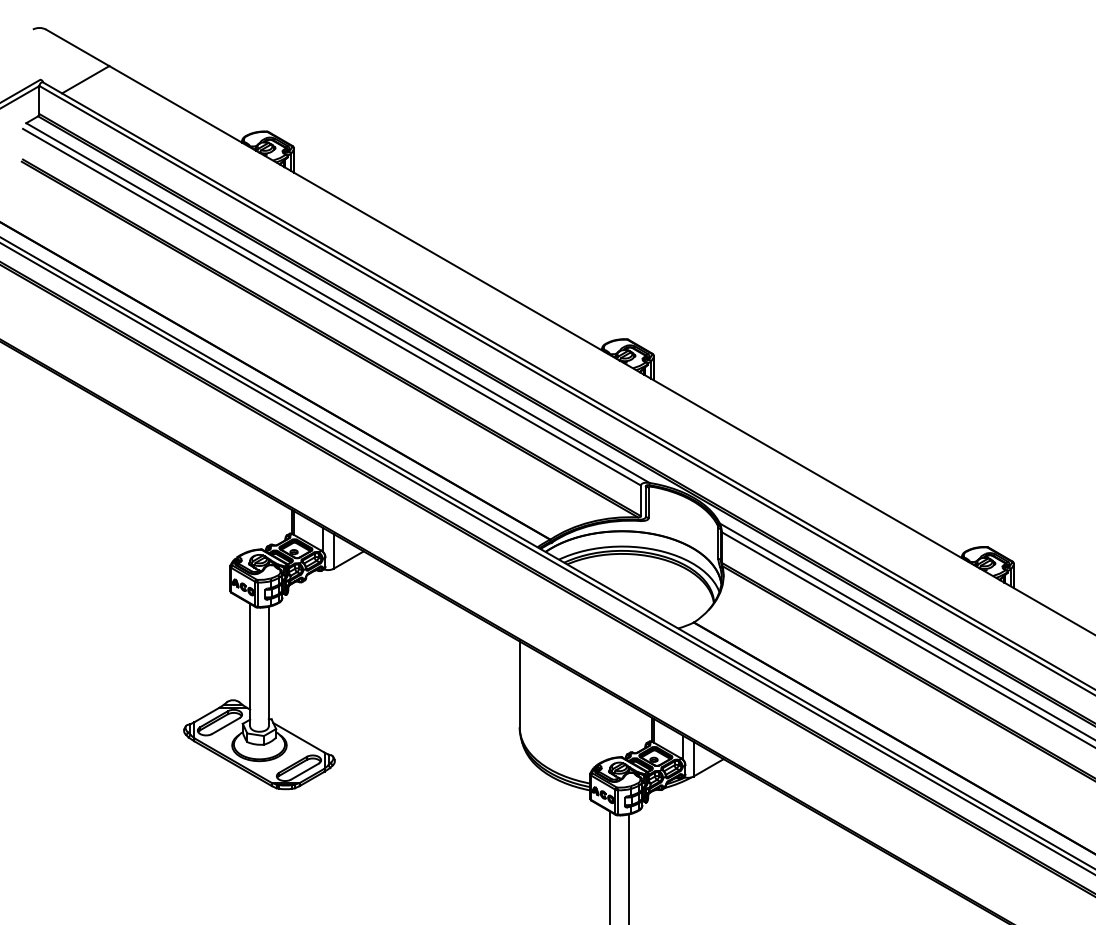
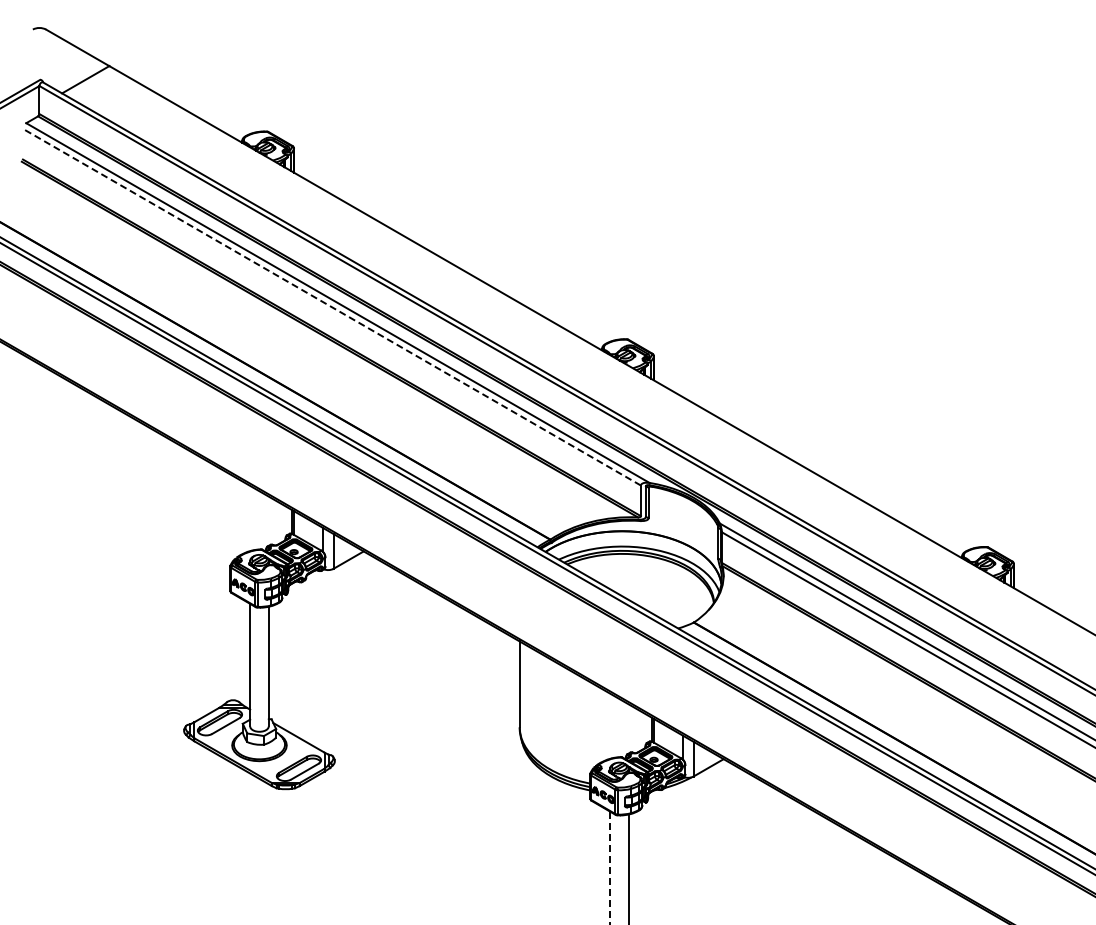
line at (331, 307): solid -> dashed
line at (610, 868): solid -> dashed
